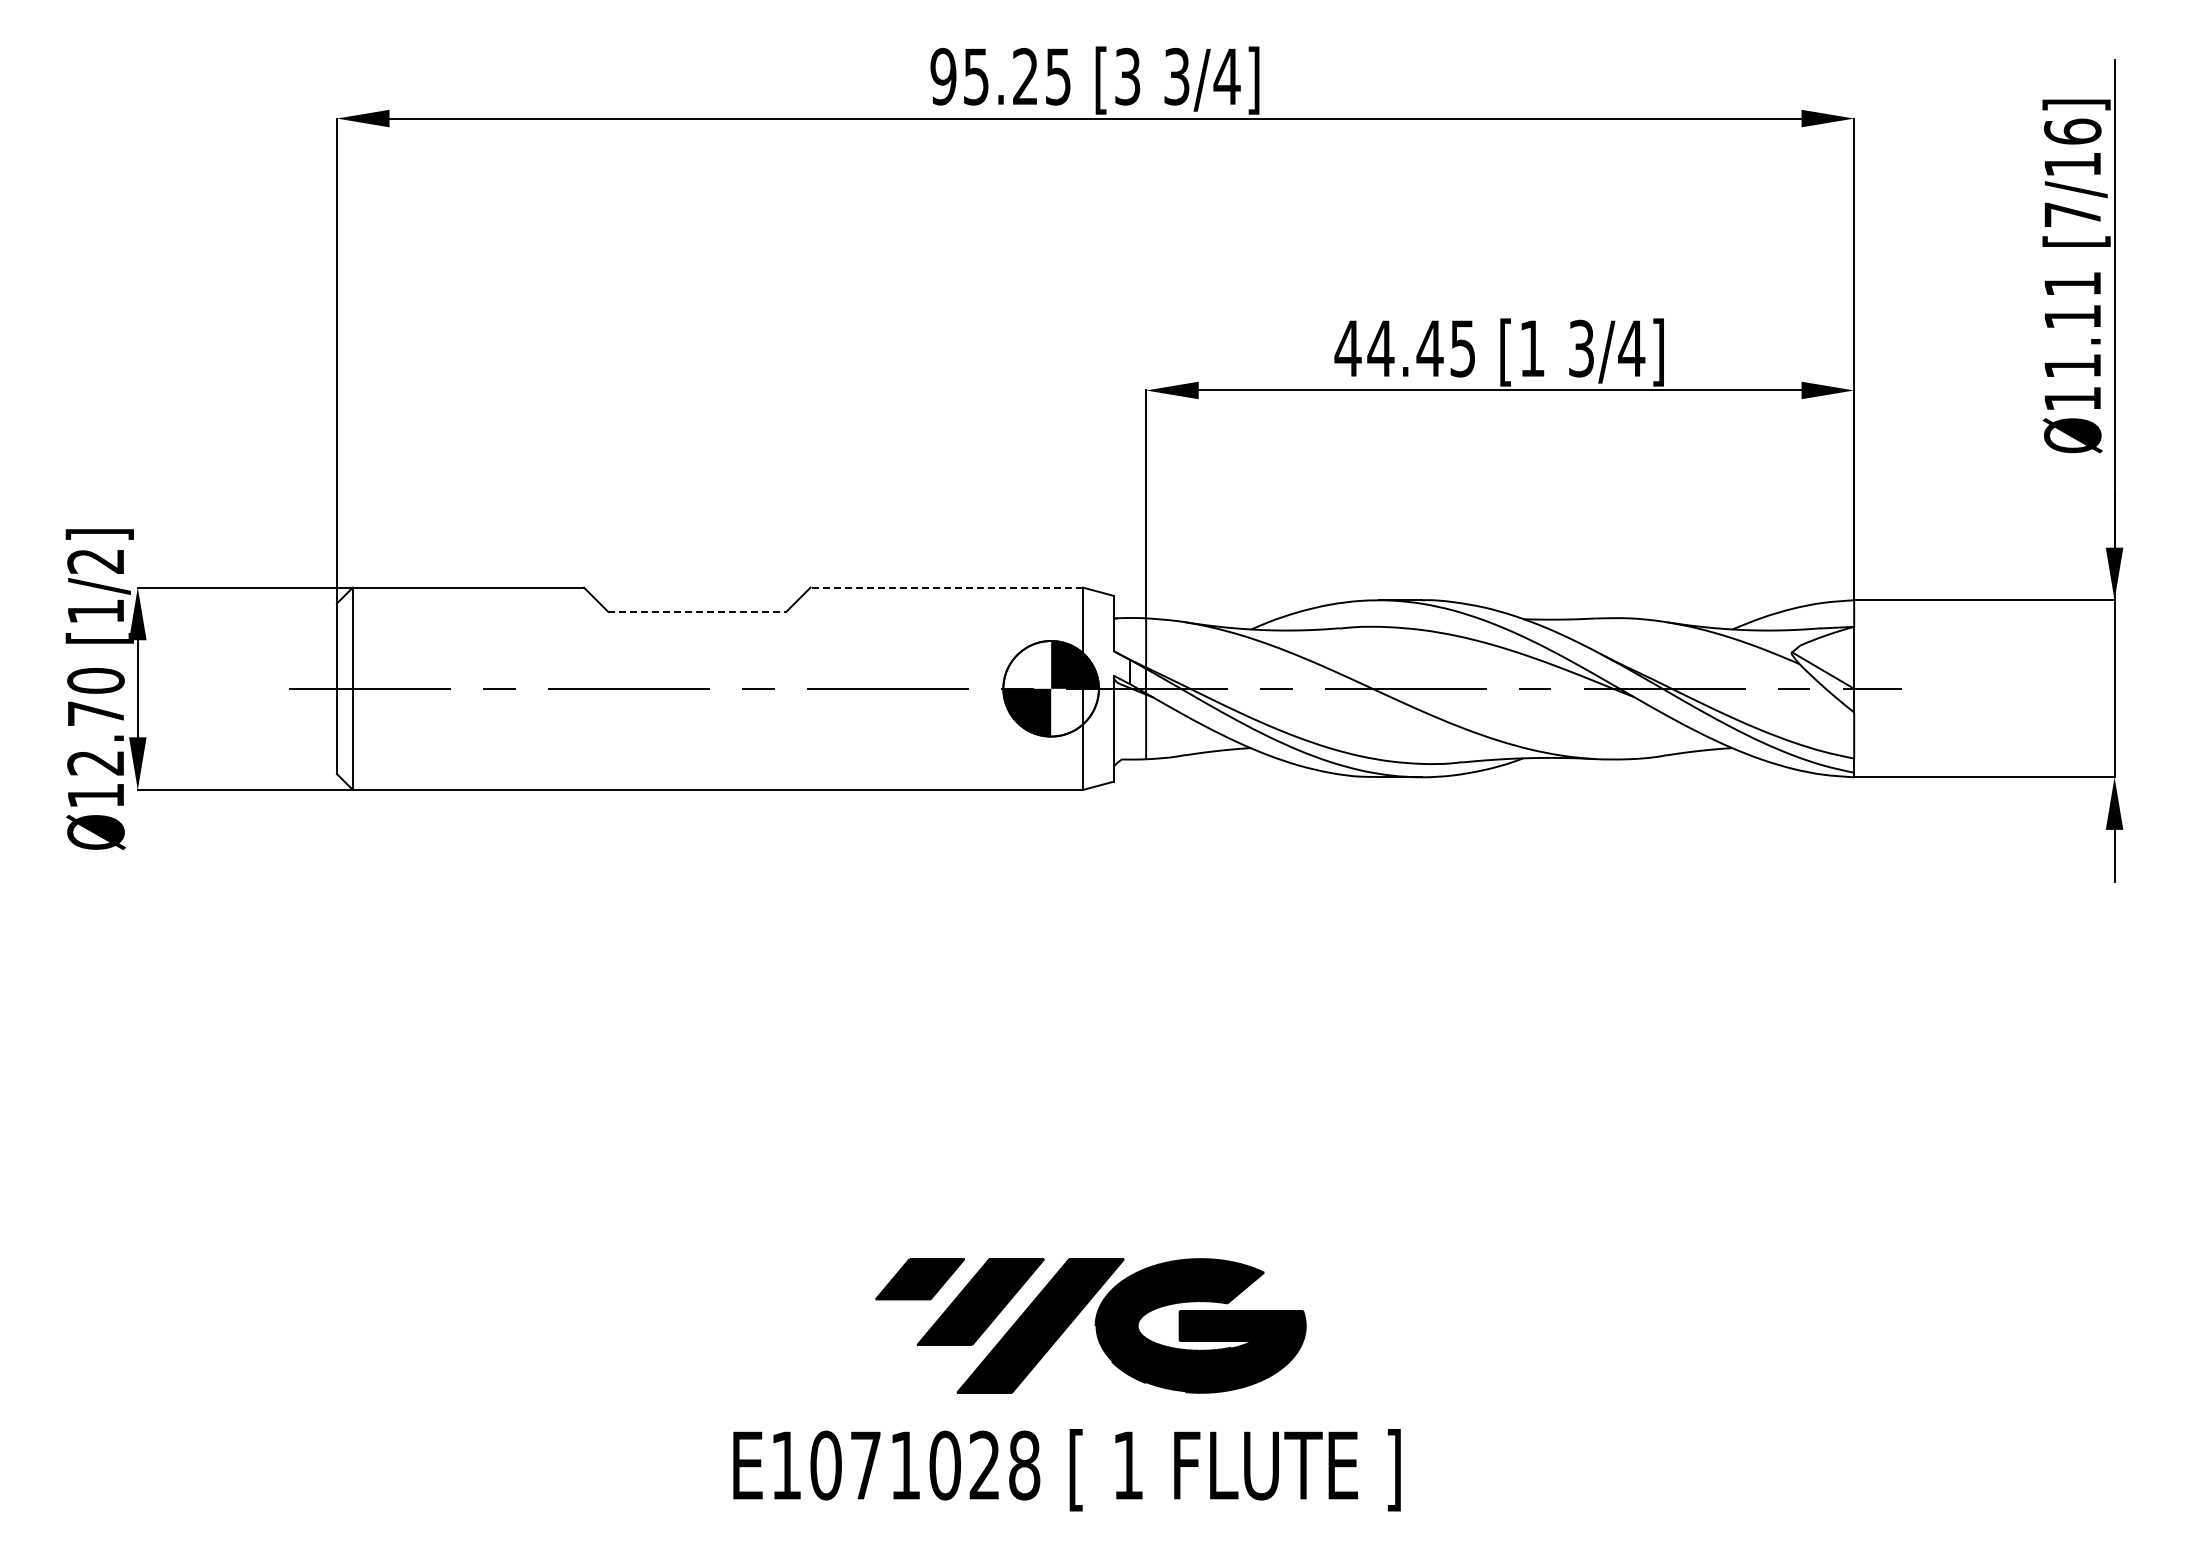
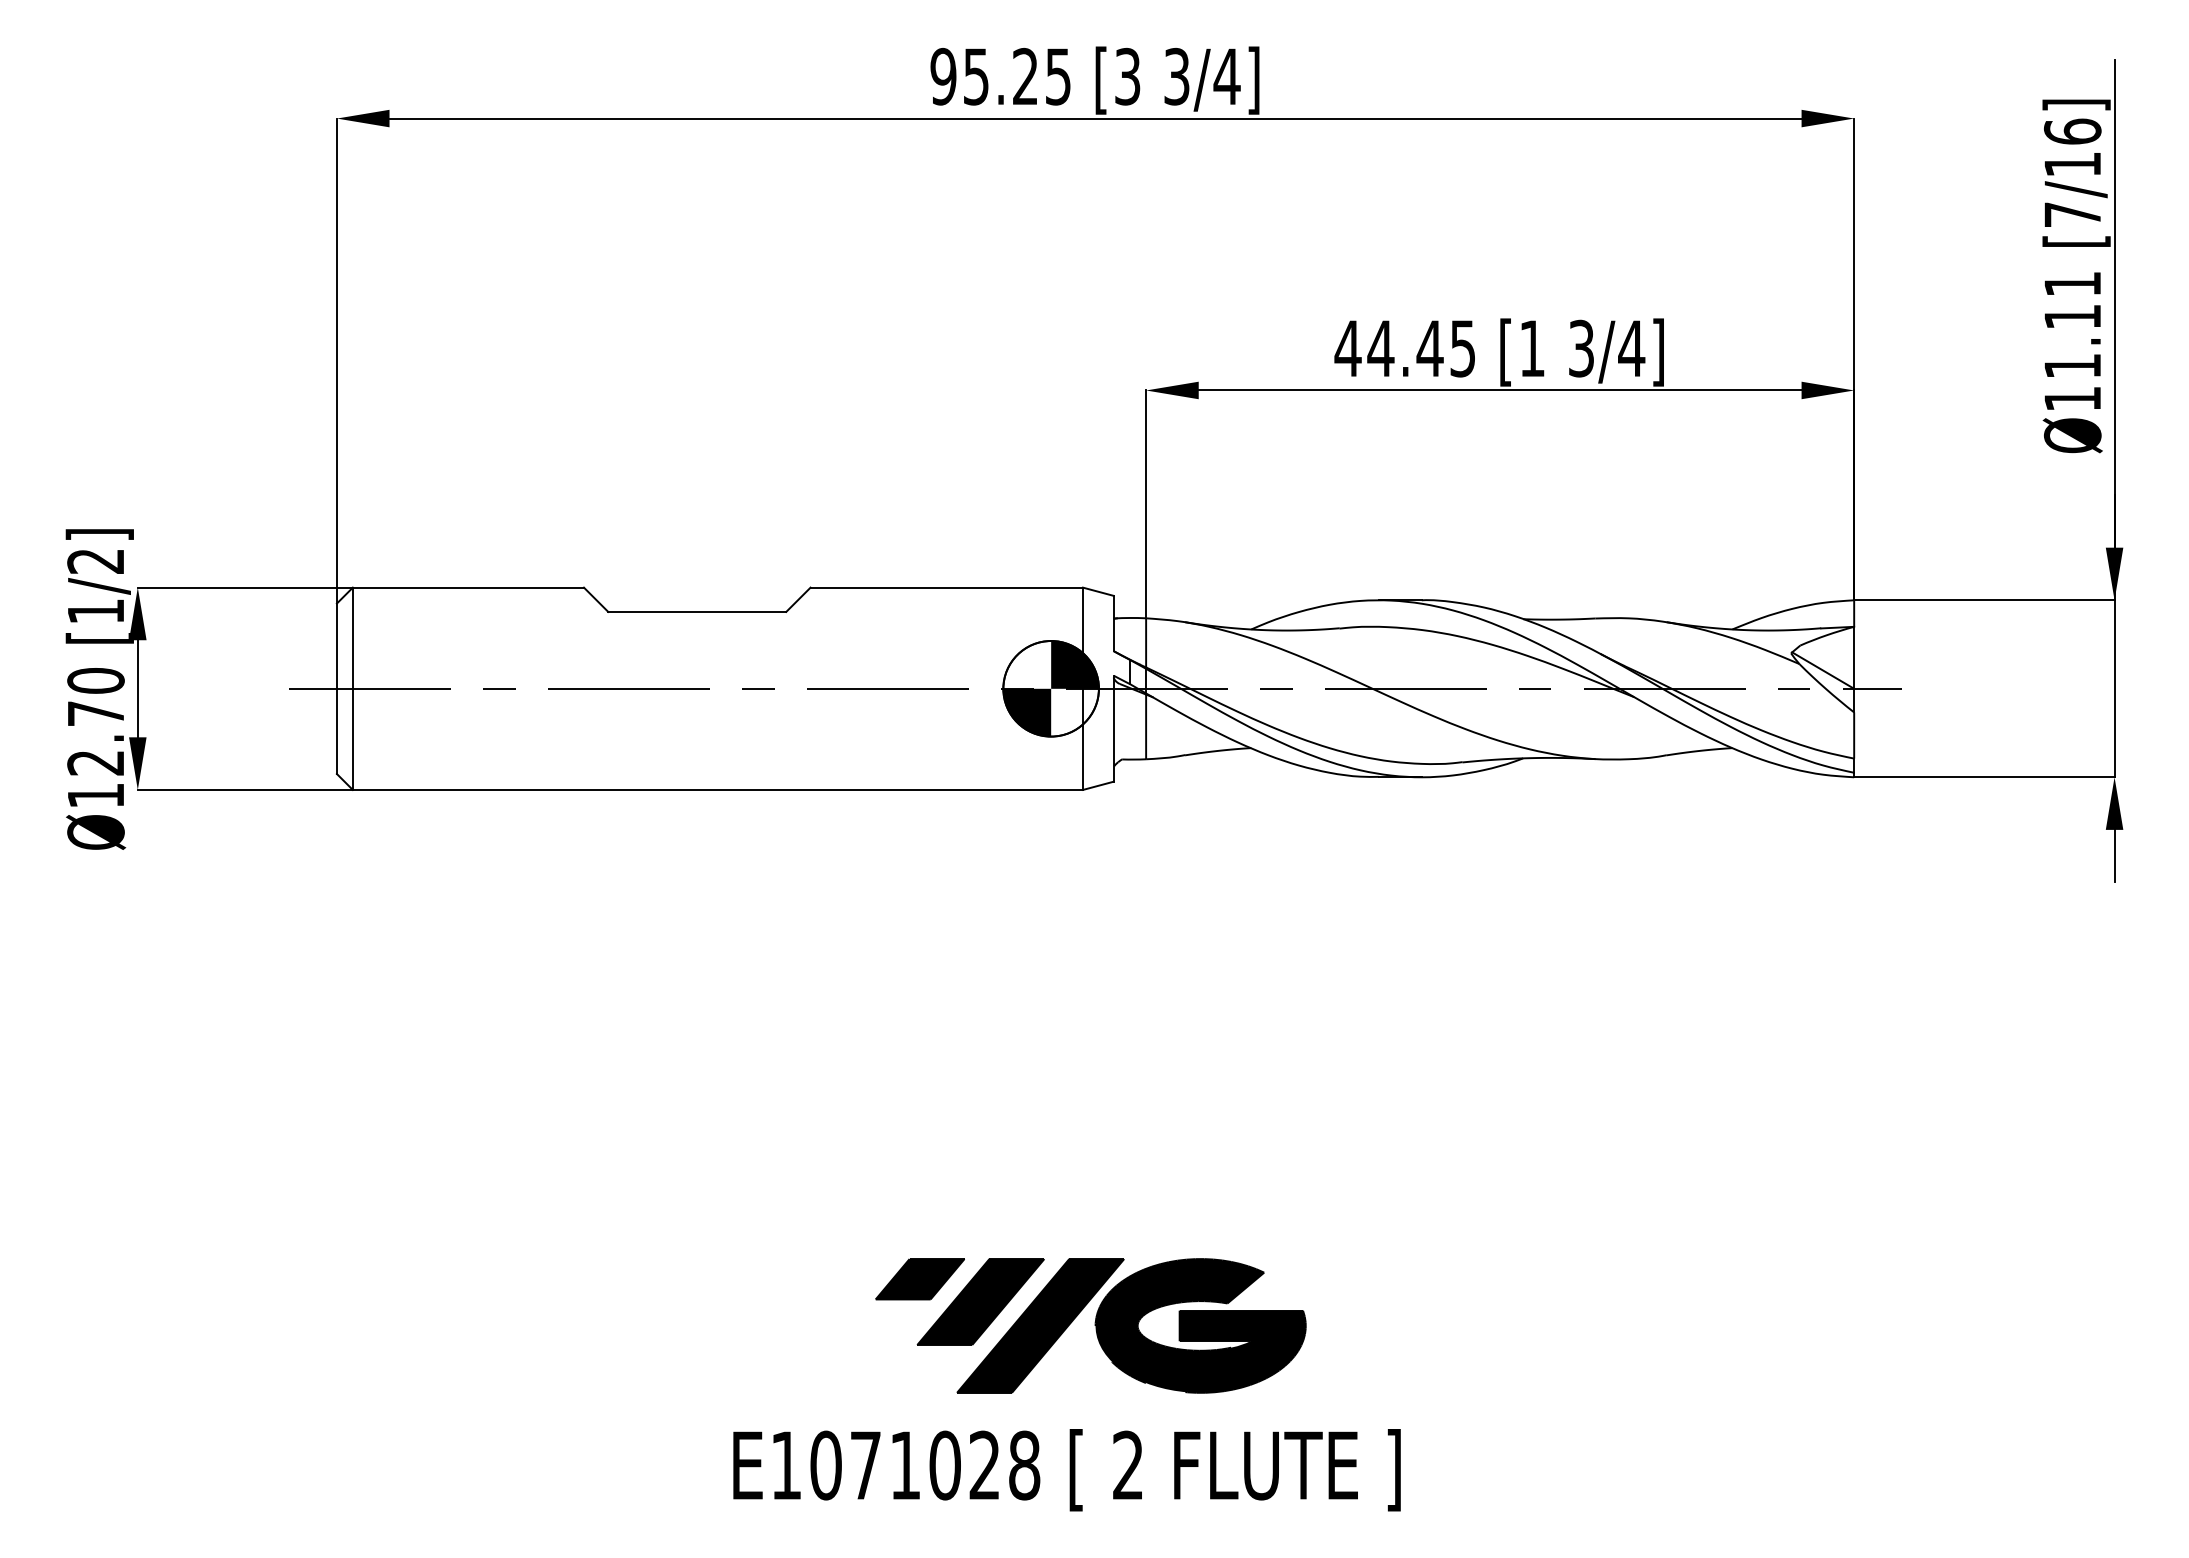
line at (946, 587): dashed -> solid
line at (697, 611): dashed -> solid
text at (1127, 1464): 1 -> 2
